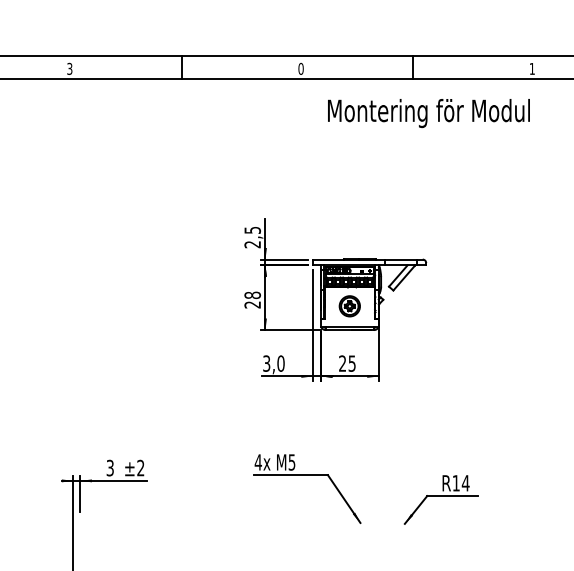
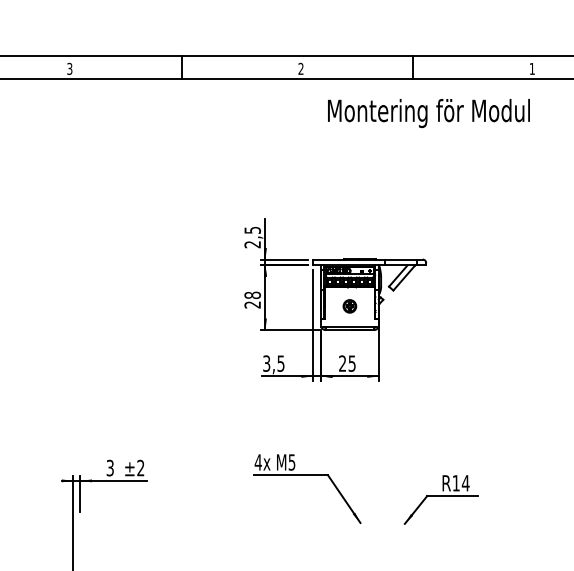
text at (300, 68): 0 -> 2
part at (349, 306) size: 23x23 px -> 16x15 px
text at (280, 363): 3,0 -> 3,5
